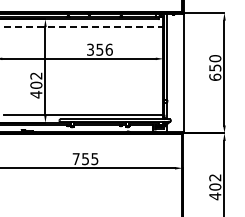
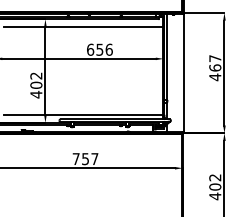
line at (83, 26): dashed -> solid
text at (90, 49): 356 -> 656
text at (215, 68): 650 -> 467
text at (94, 159): 755 -> 757
